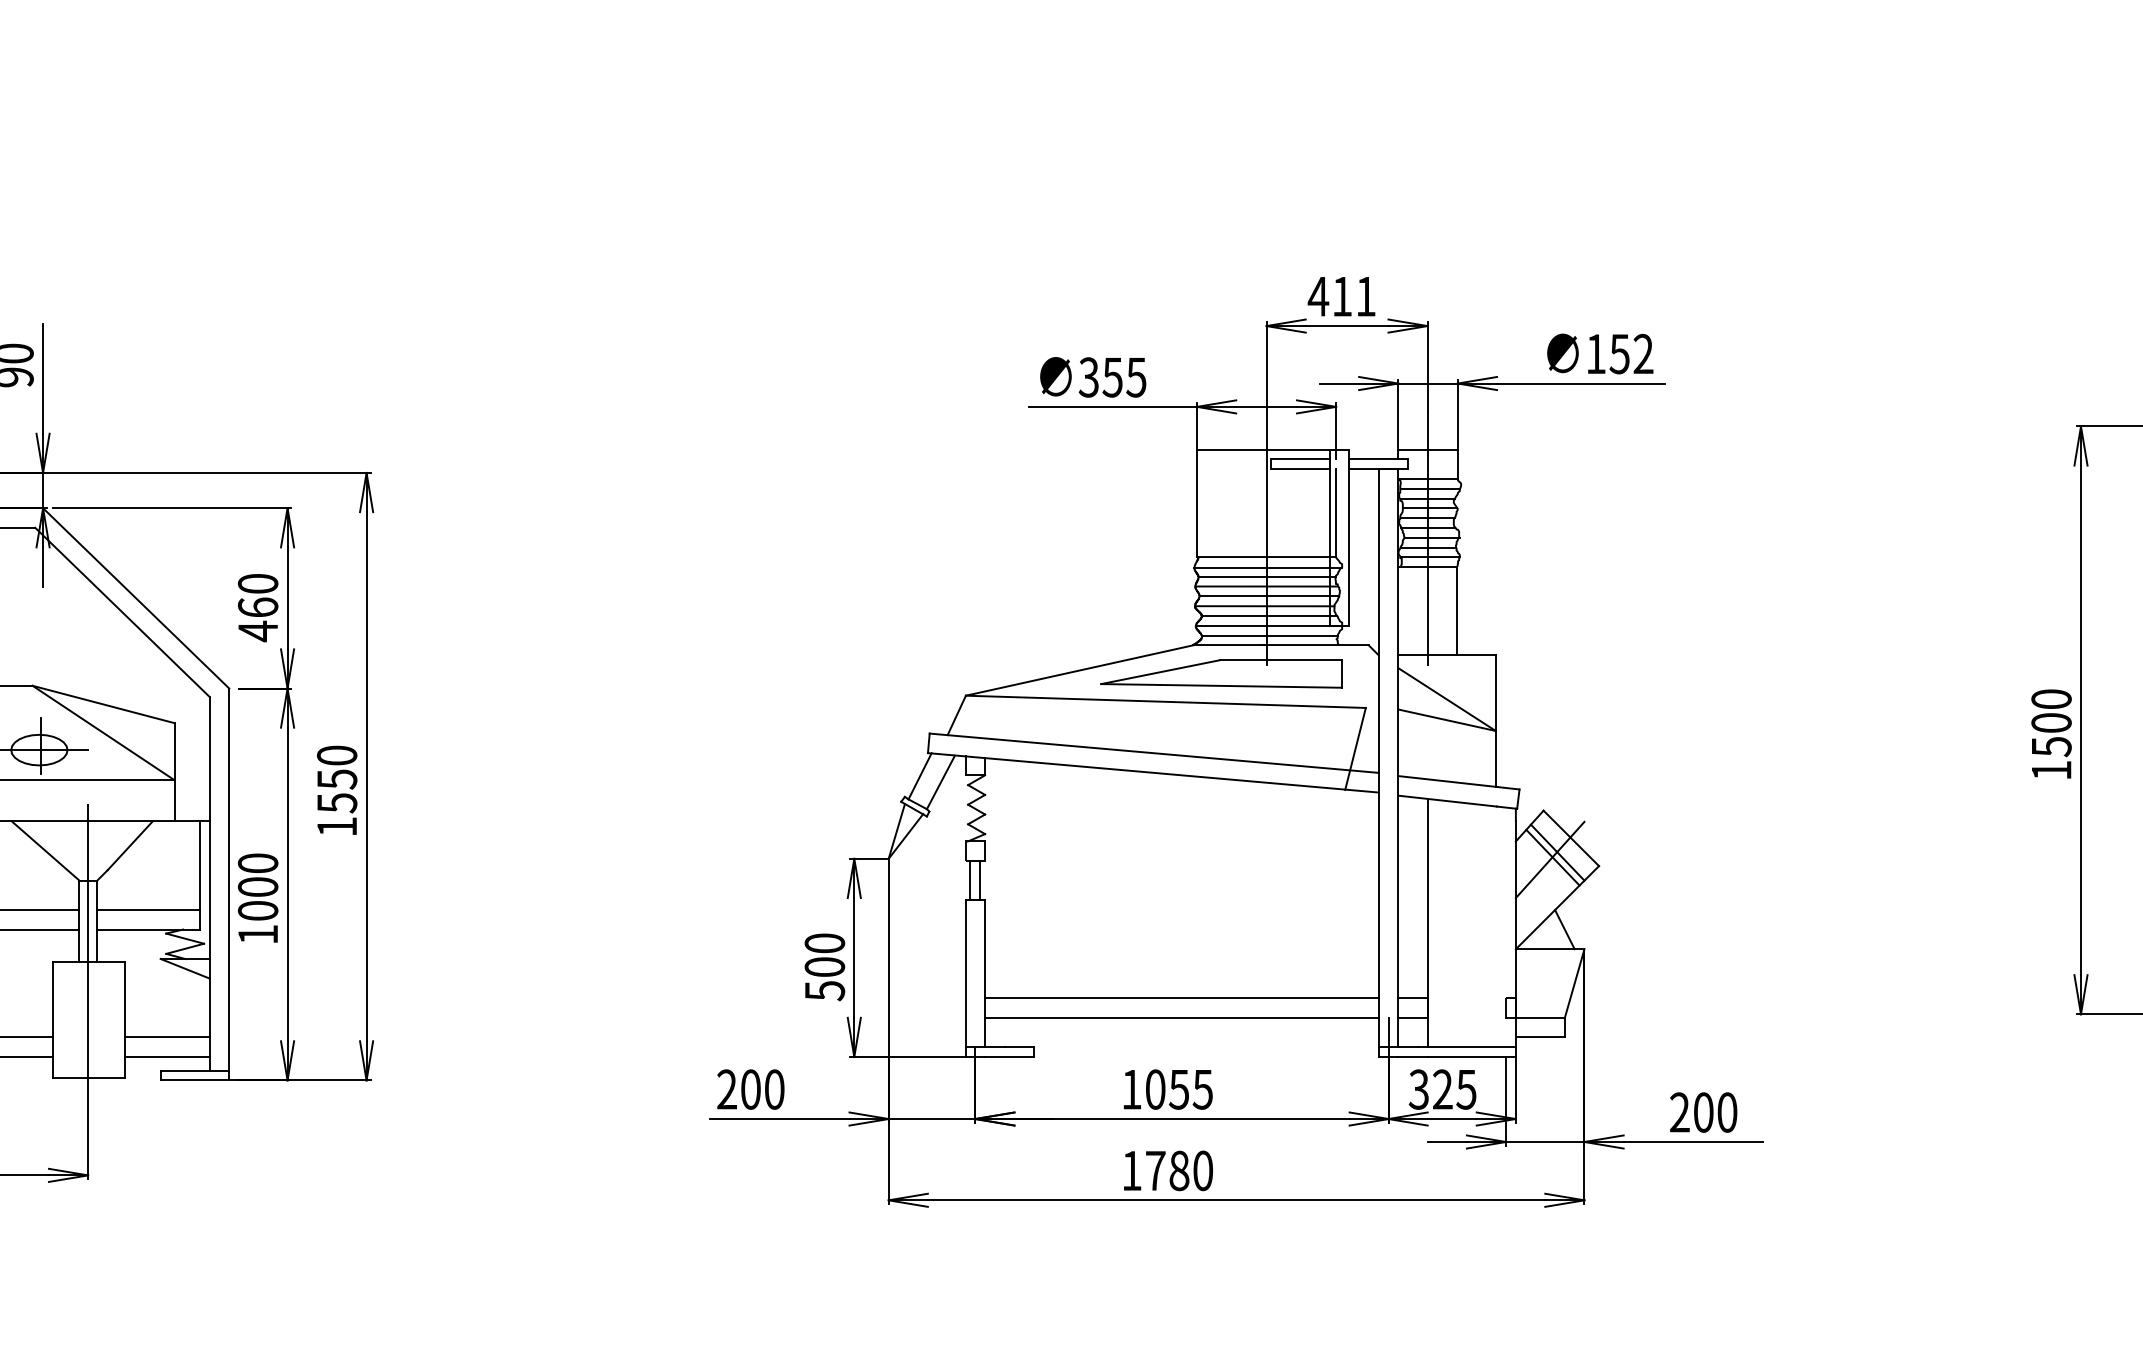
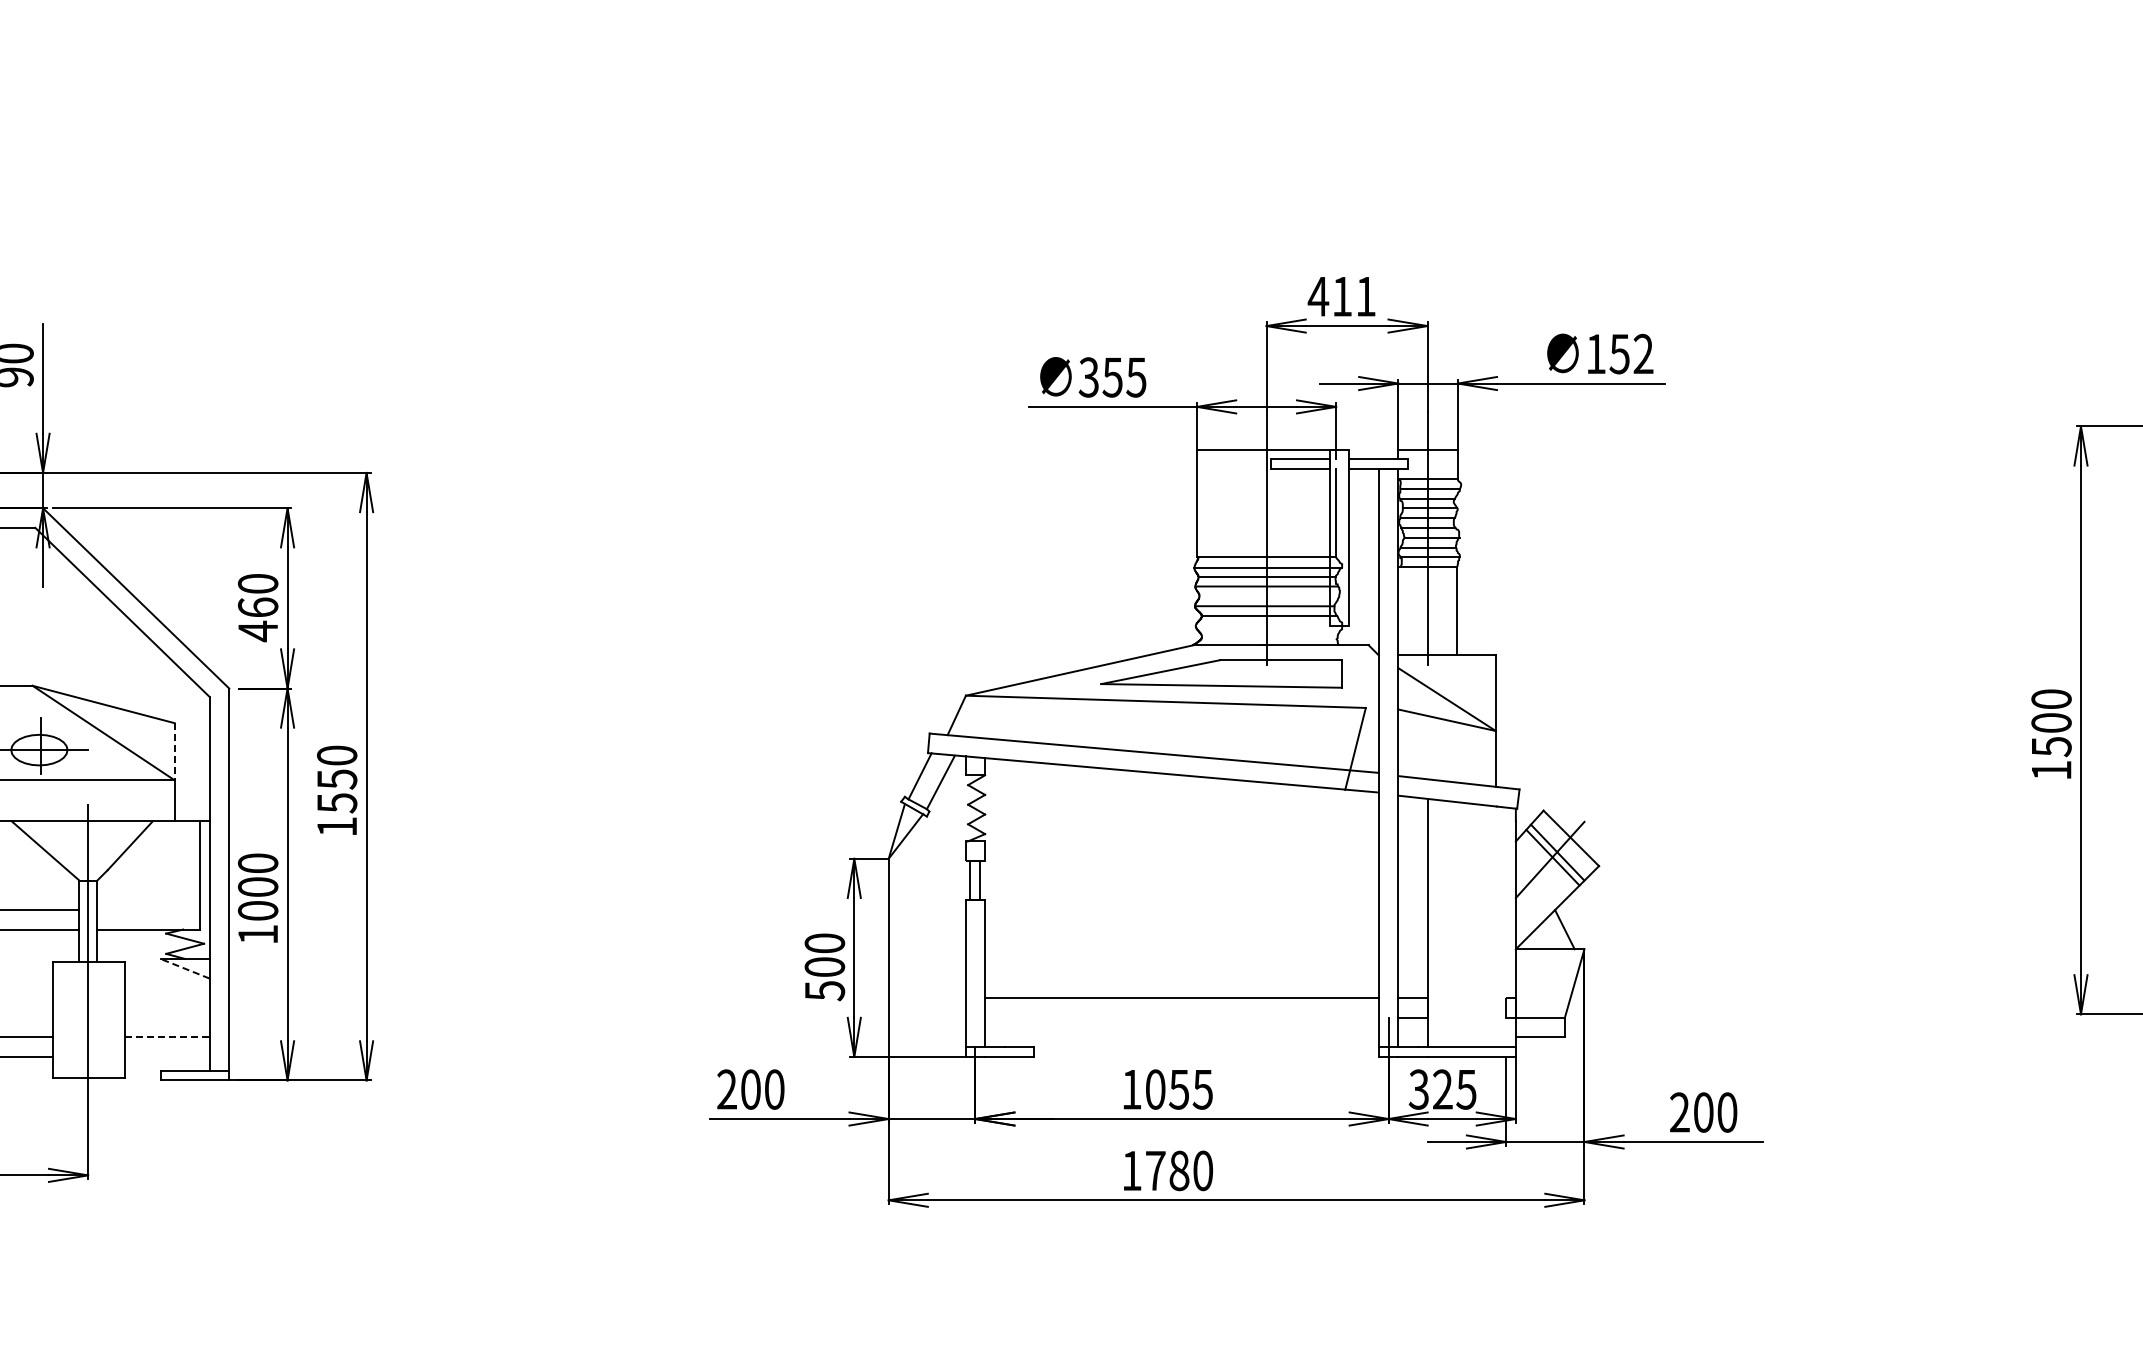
line at (1269, 596): present -> none
line at (1268, 625): present -> none
line at (1269, 635): present -> none
line at (174, 751): solid -> dashed
line at (148, 909): present -> none
line at (184, 968): solid -> dashed
line at (1181, 1017): present -> none
line at (167, 1036): solid -> dashed
line at (166, 1056): present -> none
